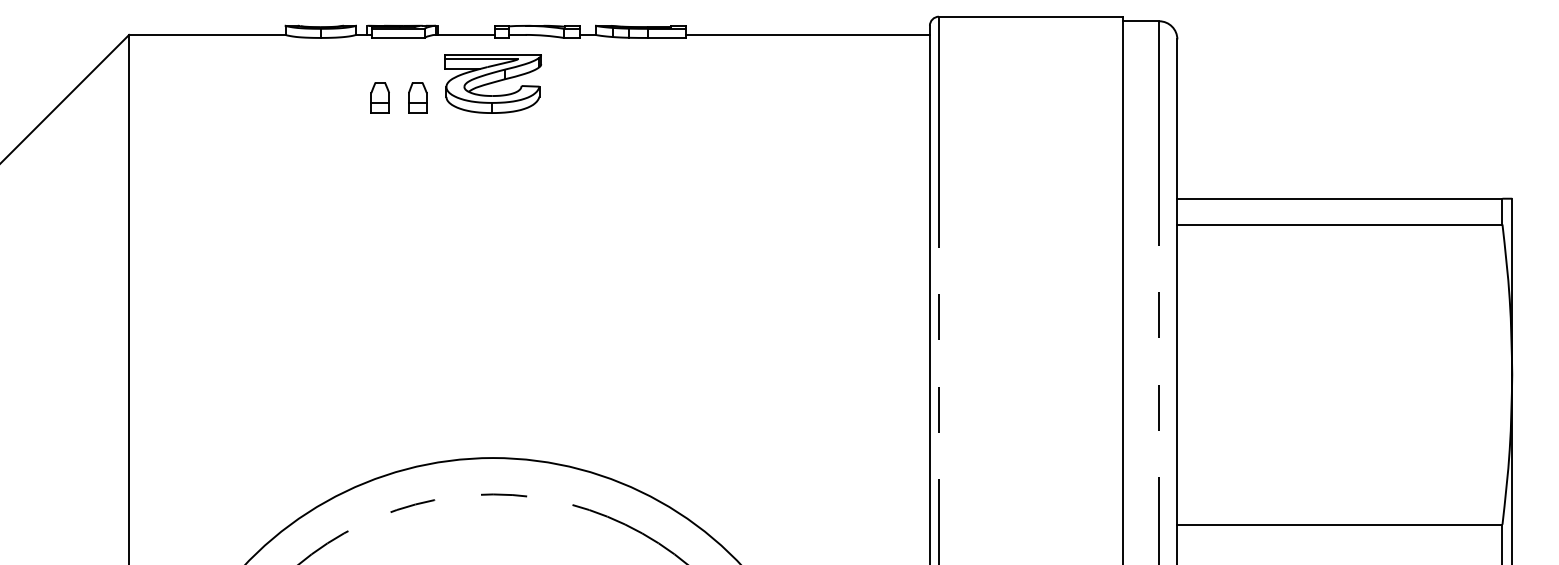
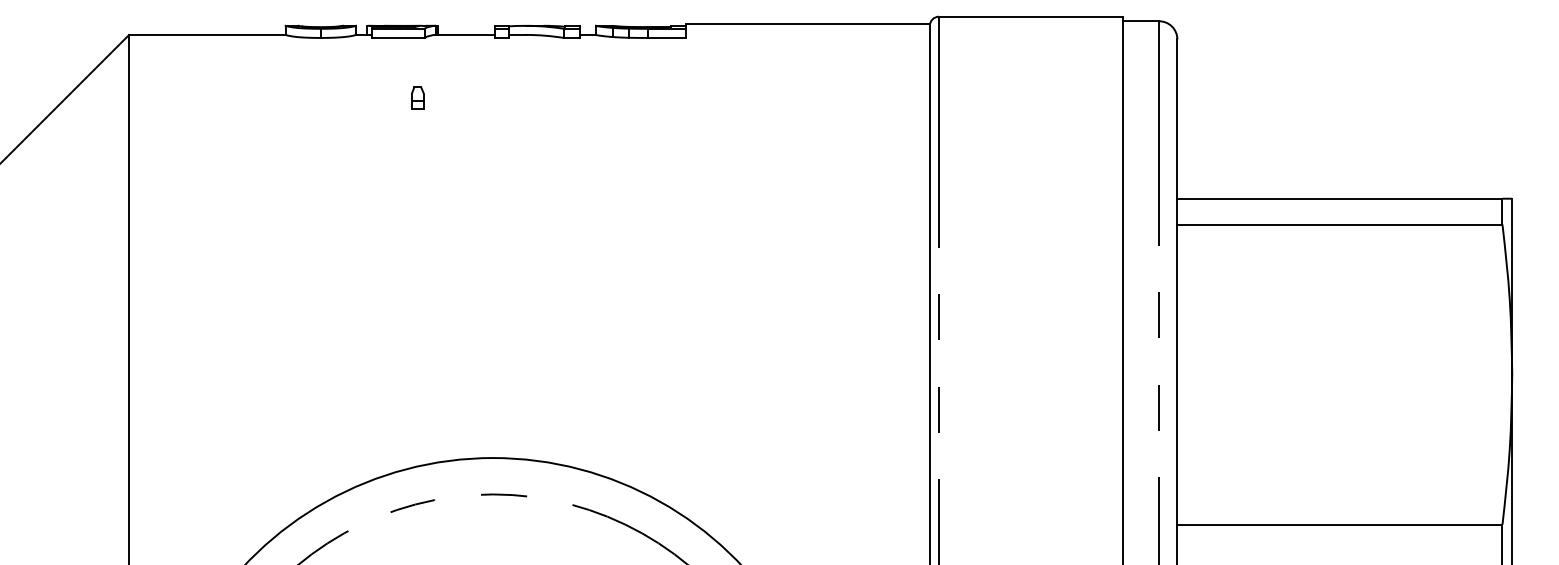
line at (807, 34) position: (807, 34) -> (807, 23)
part at (492, 83): present -> none
part at (379, 97): present -> none
part at (417, 97) size: 20x32 px -> 14x24 px
